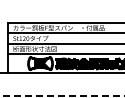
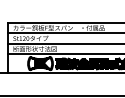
line at (62, 96): dashed -> solid
